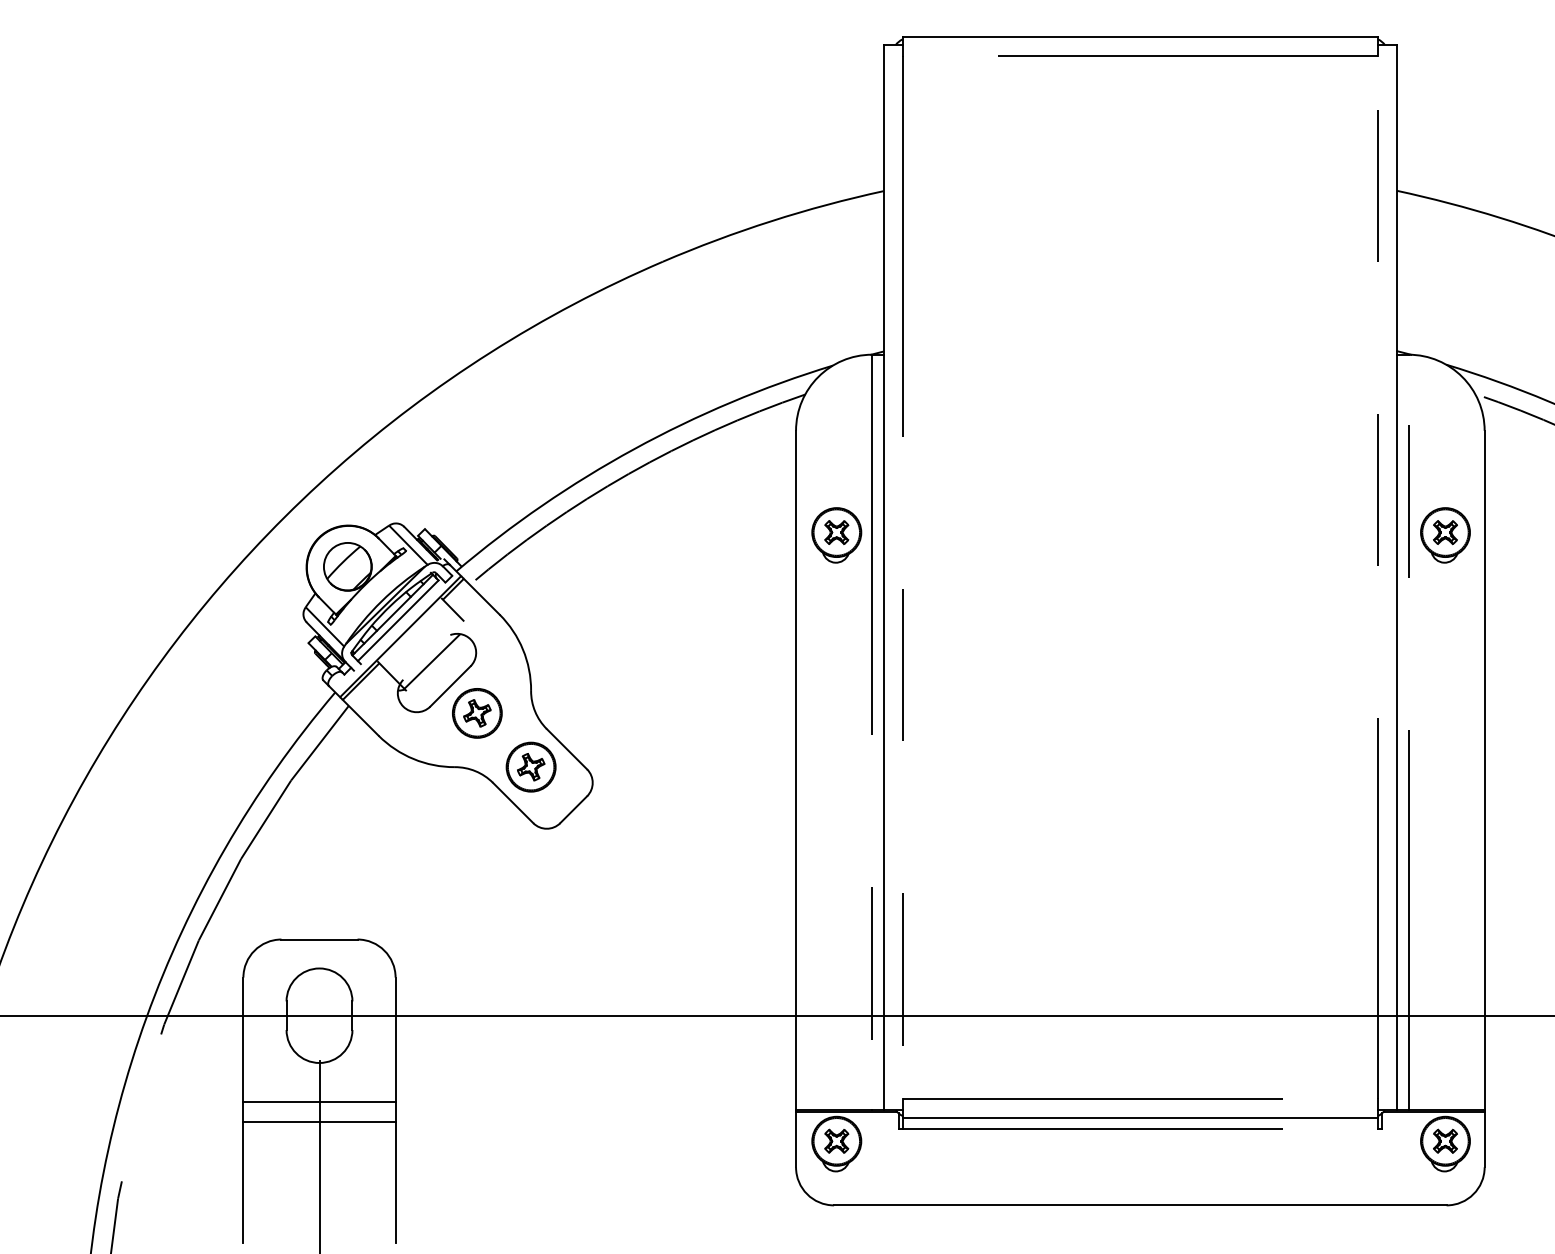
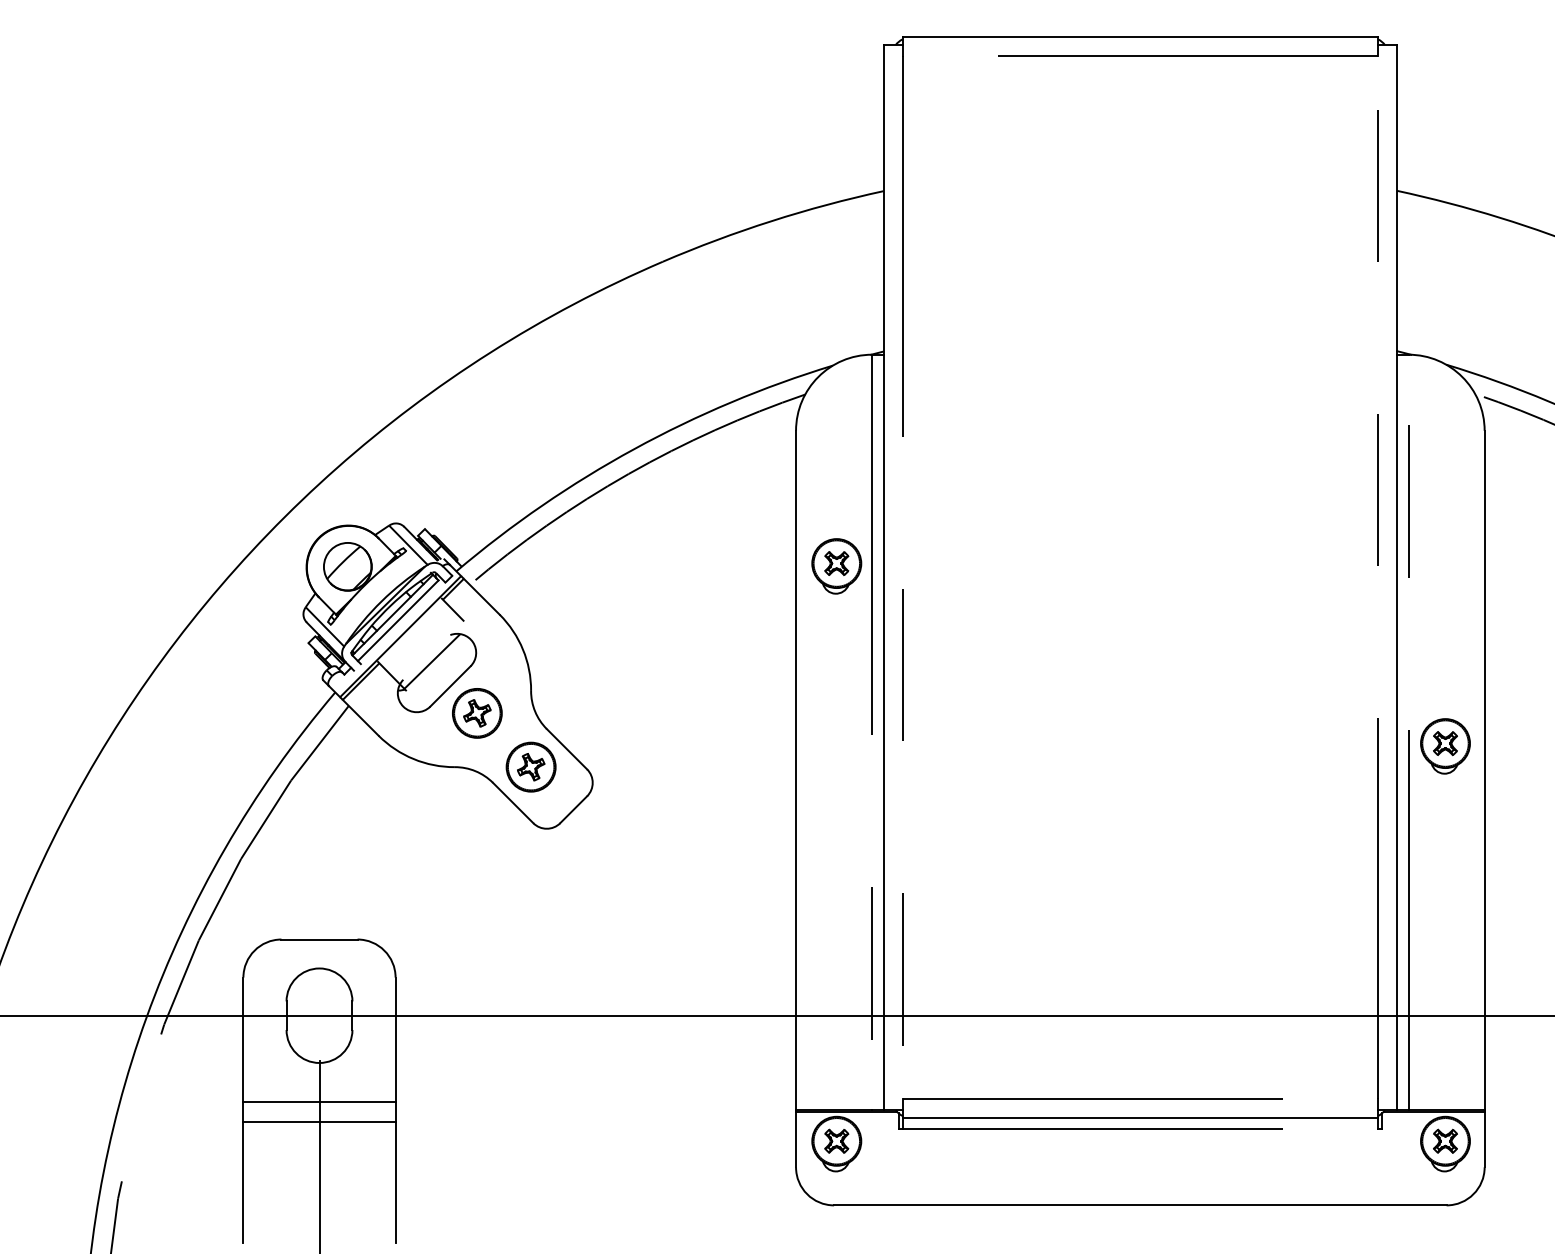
part at (836, 535) position: (836, 535) -> (836, 566)
part at (1445, 535) position: (1445, 535) -> (1445, 746)
